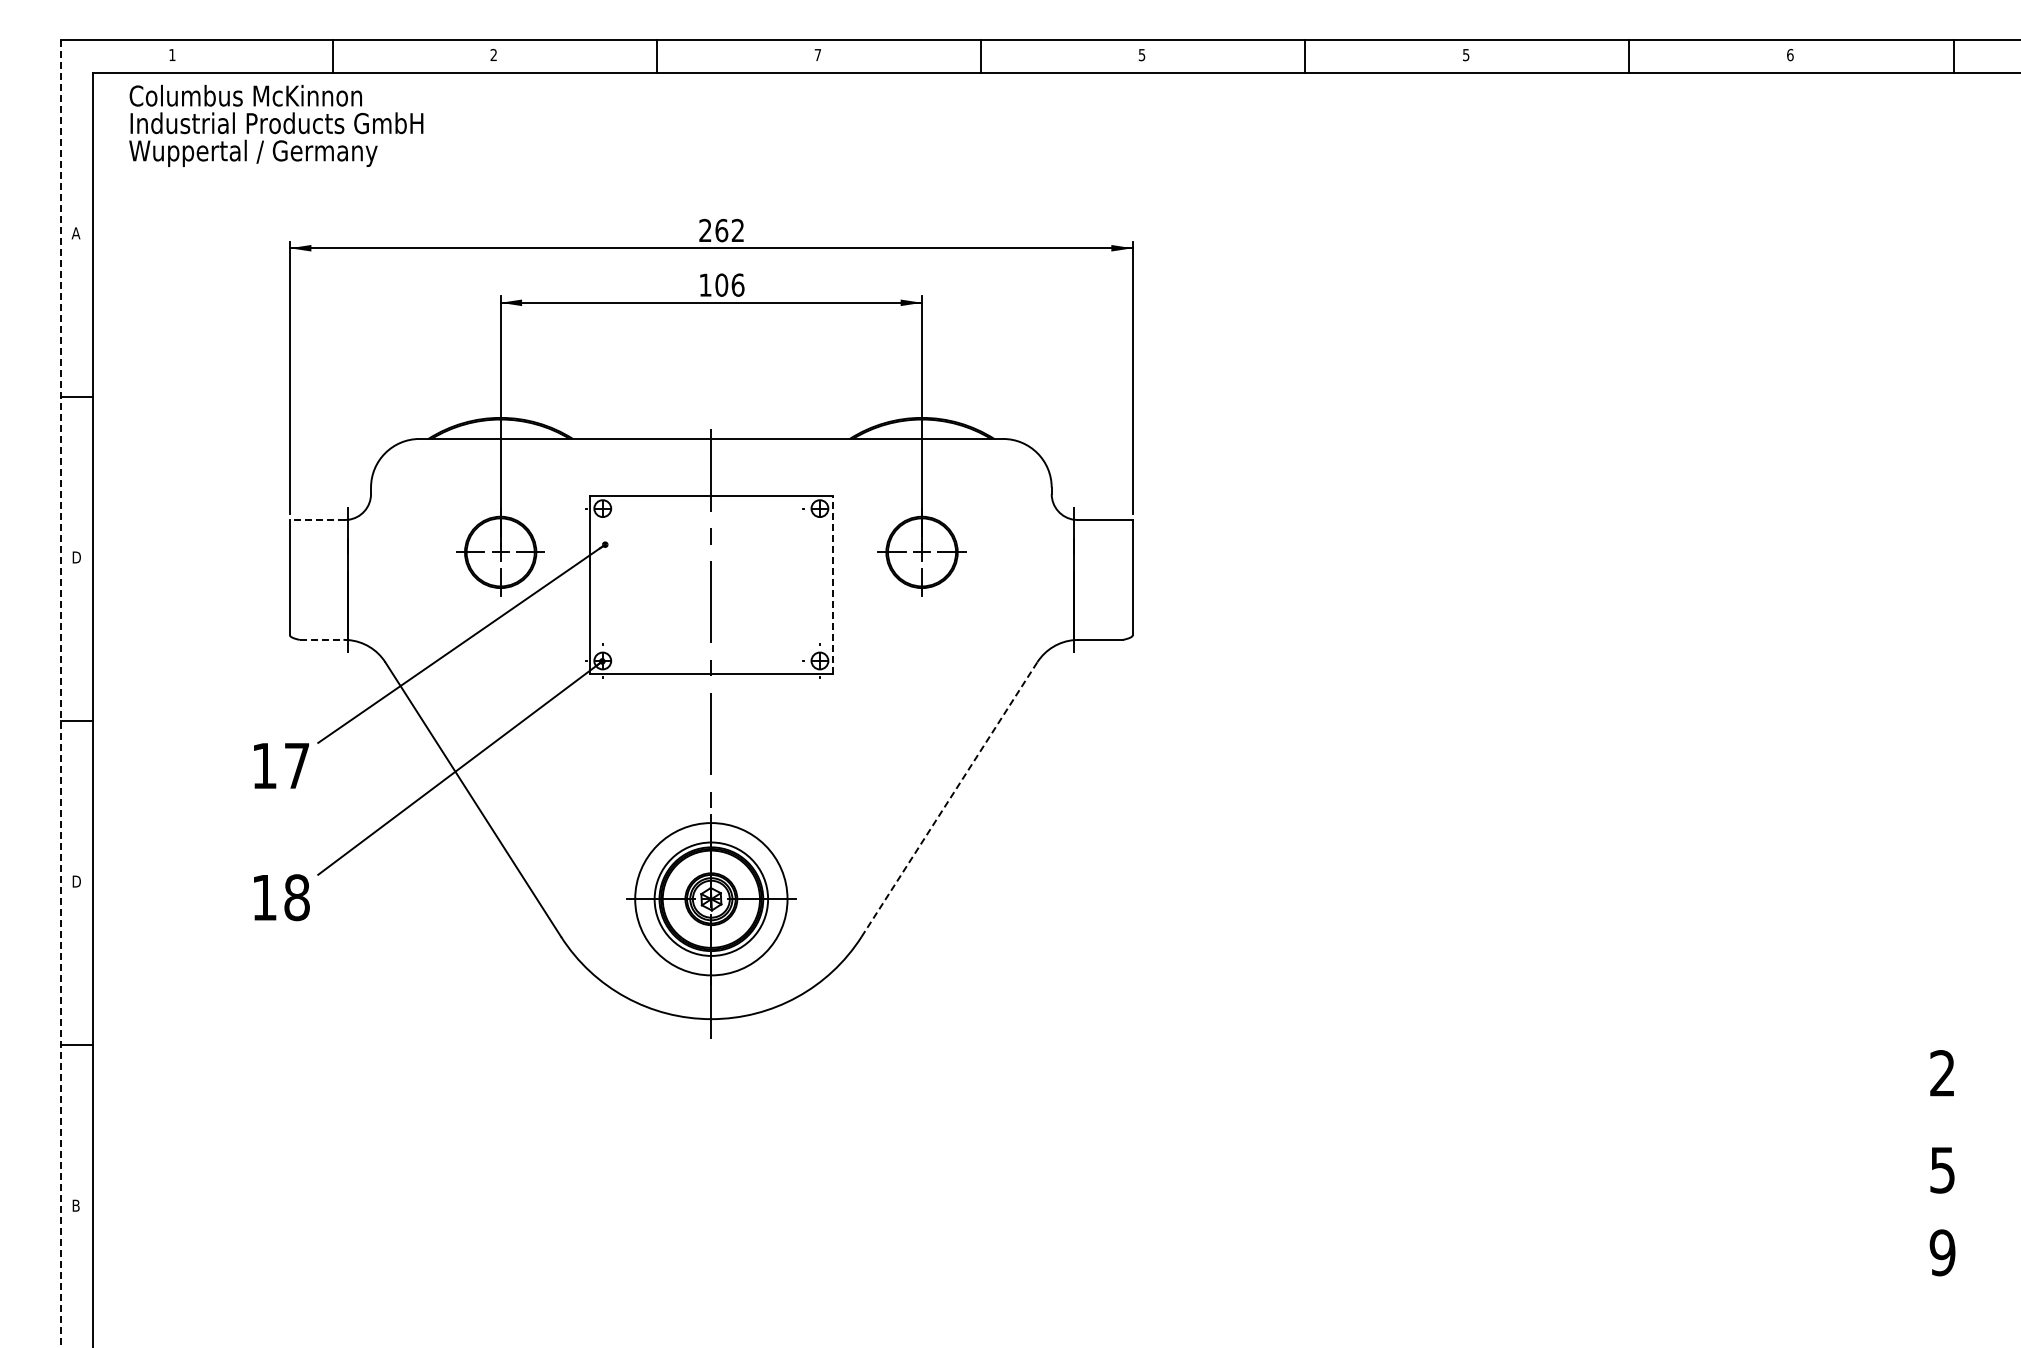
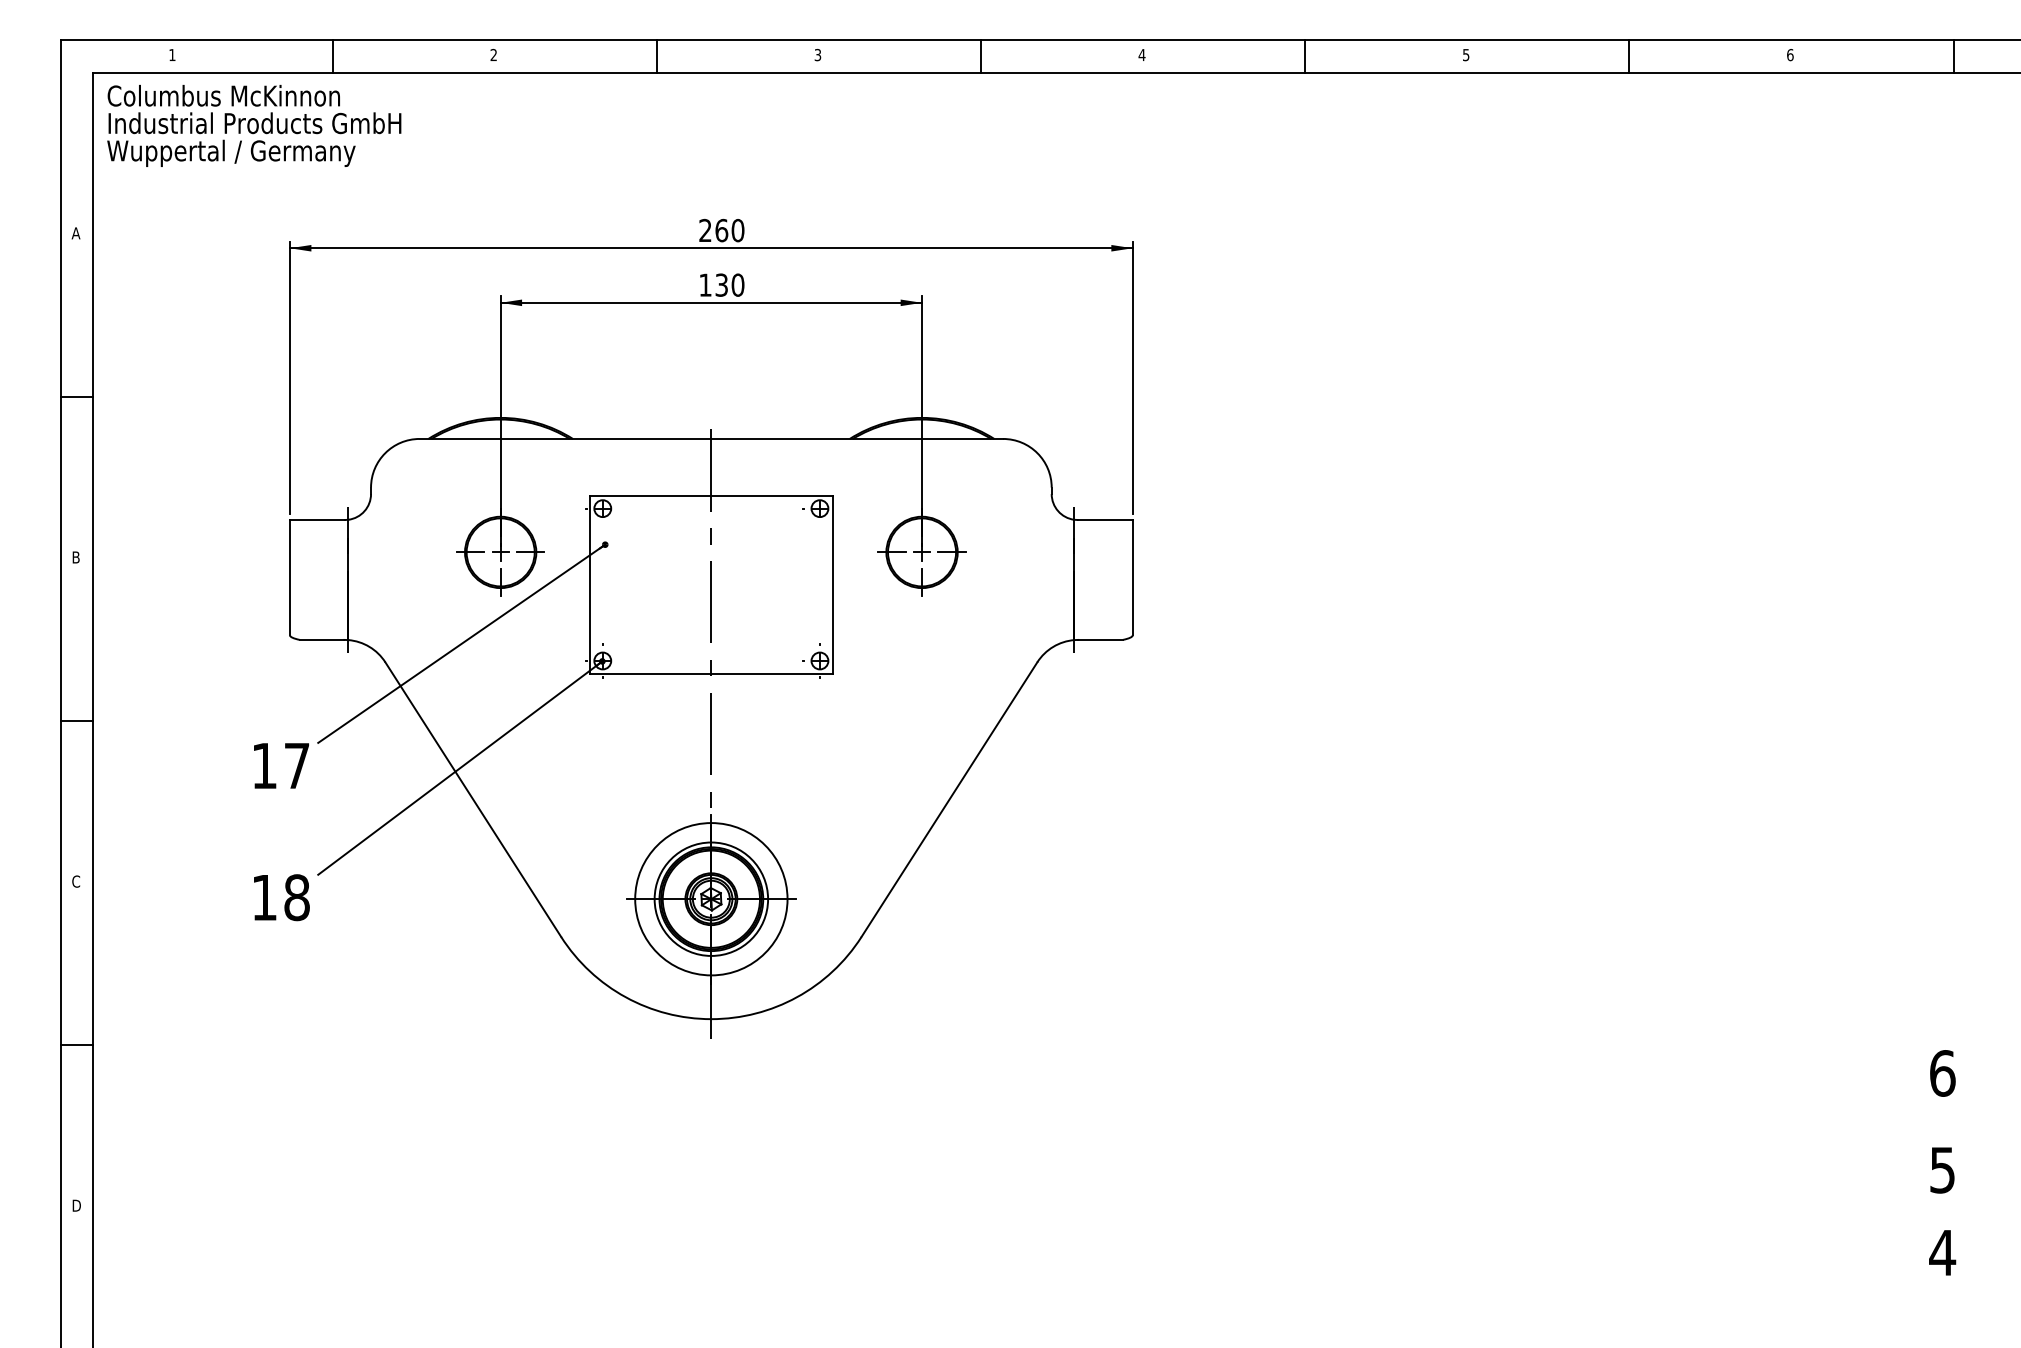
text at (817, 54): 7 -> 3
text at (1141, 55): 5 -> 4
text at (276, 125) position: (276, 125) -> (254, 125)
text at (737, 230): 262 -> 260
text at (729, 284): 106 -> 130
line at (317, 520): dashed -> solid
text at (77, 557): D -> B
line at (832, 584): dashed -> solid
line at (322, 639): dashed -> solid
line at (60, 694): dashed -> solid
line at (949, 799): dashed -> solid
text at (76, 881): D -> C
text at (1942, 1073): 2 -> 6
text at (77, 1205): B -> D
text at (1942, 1252): 9 -> 4
